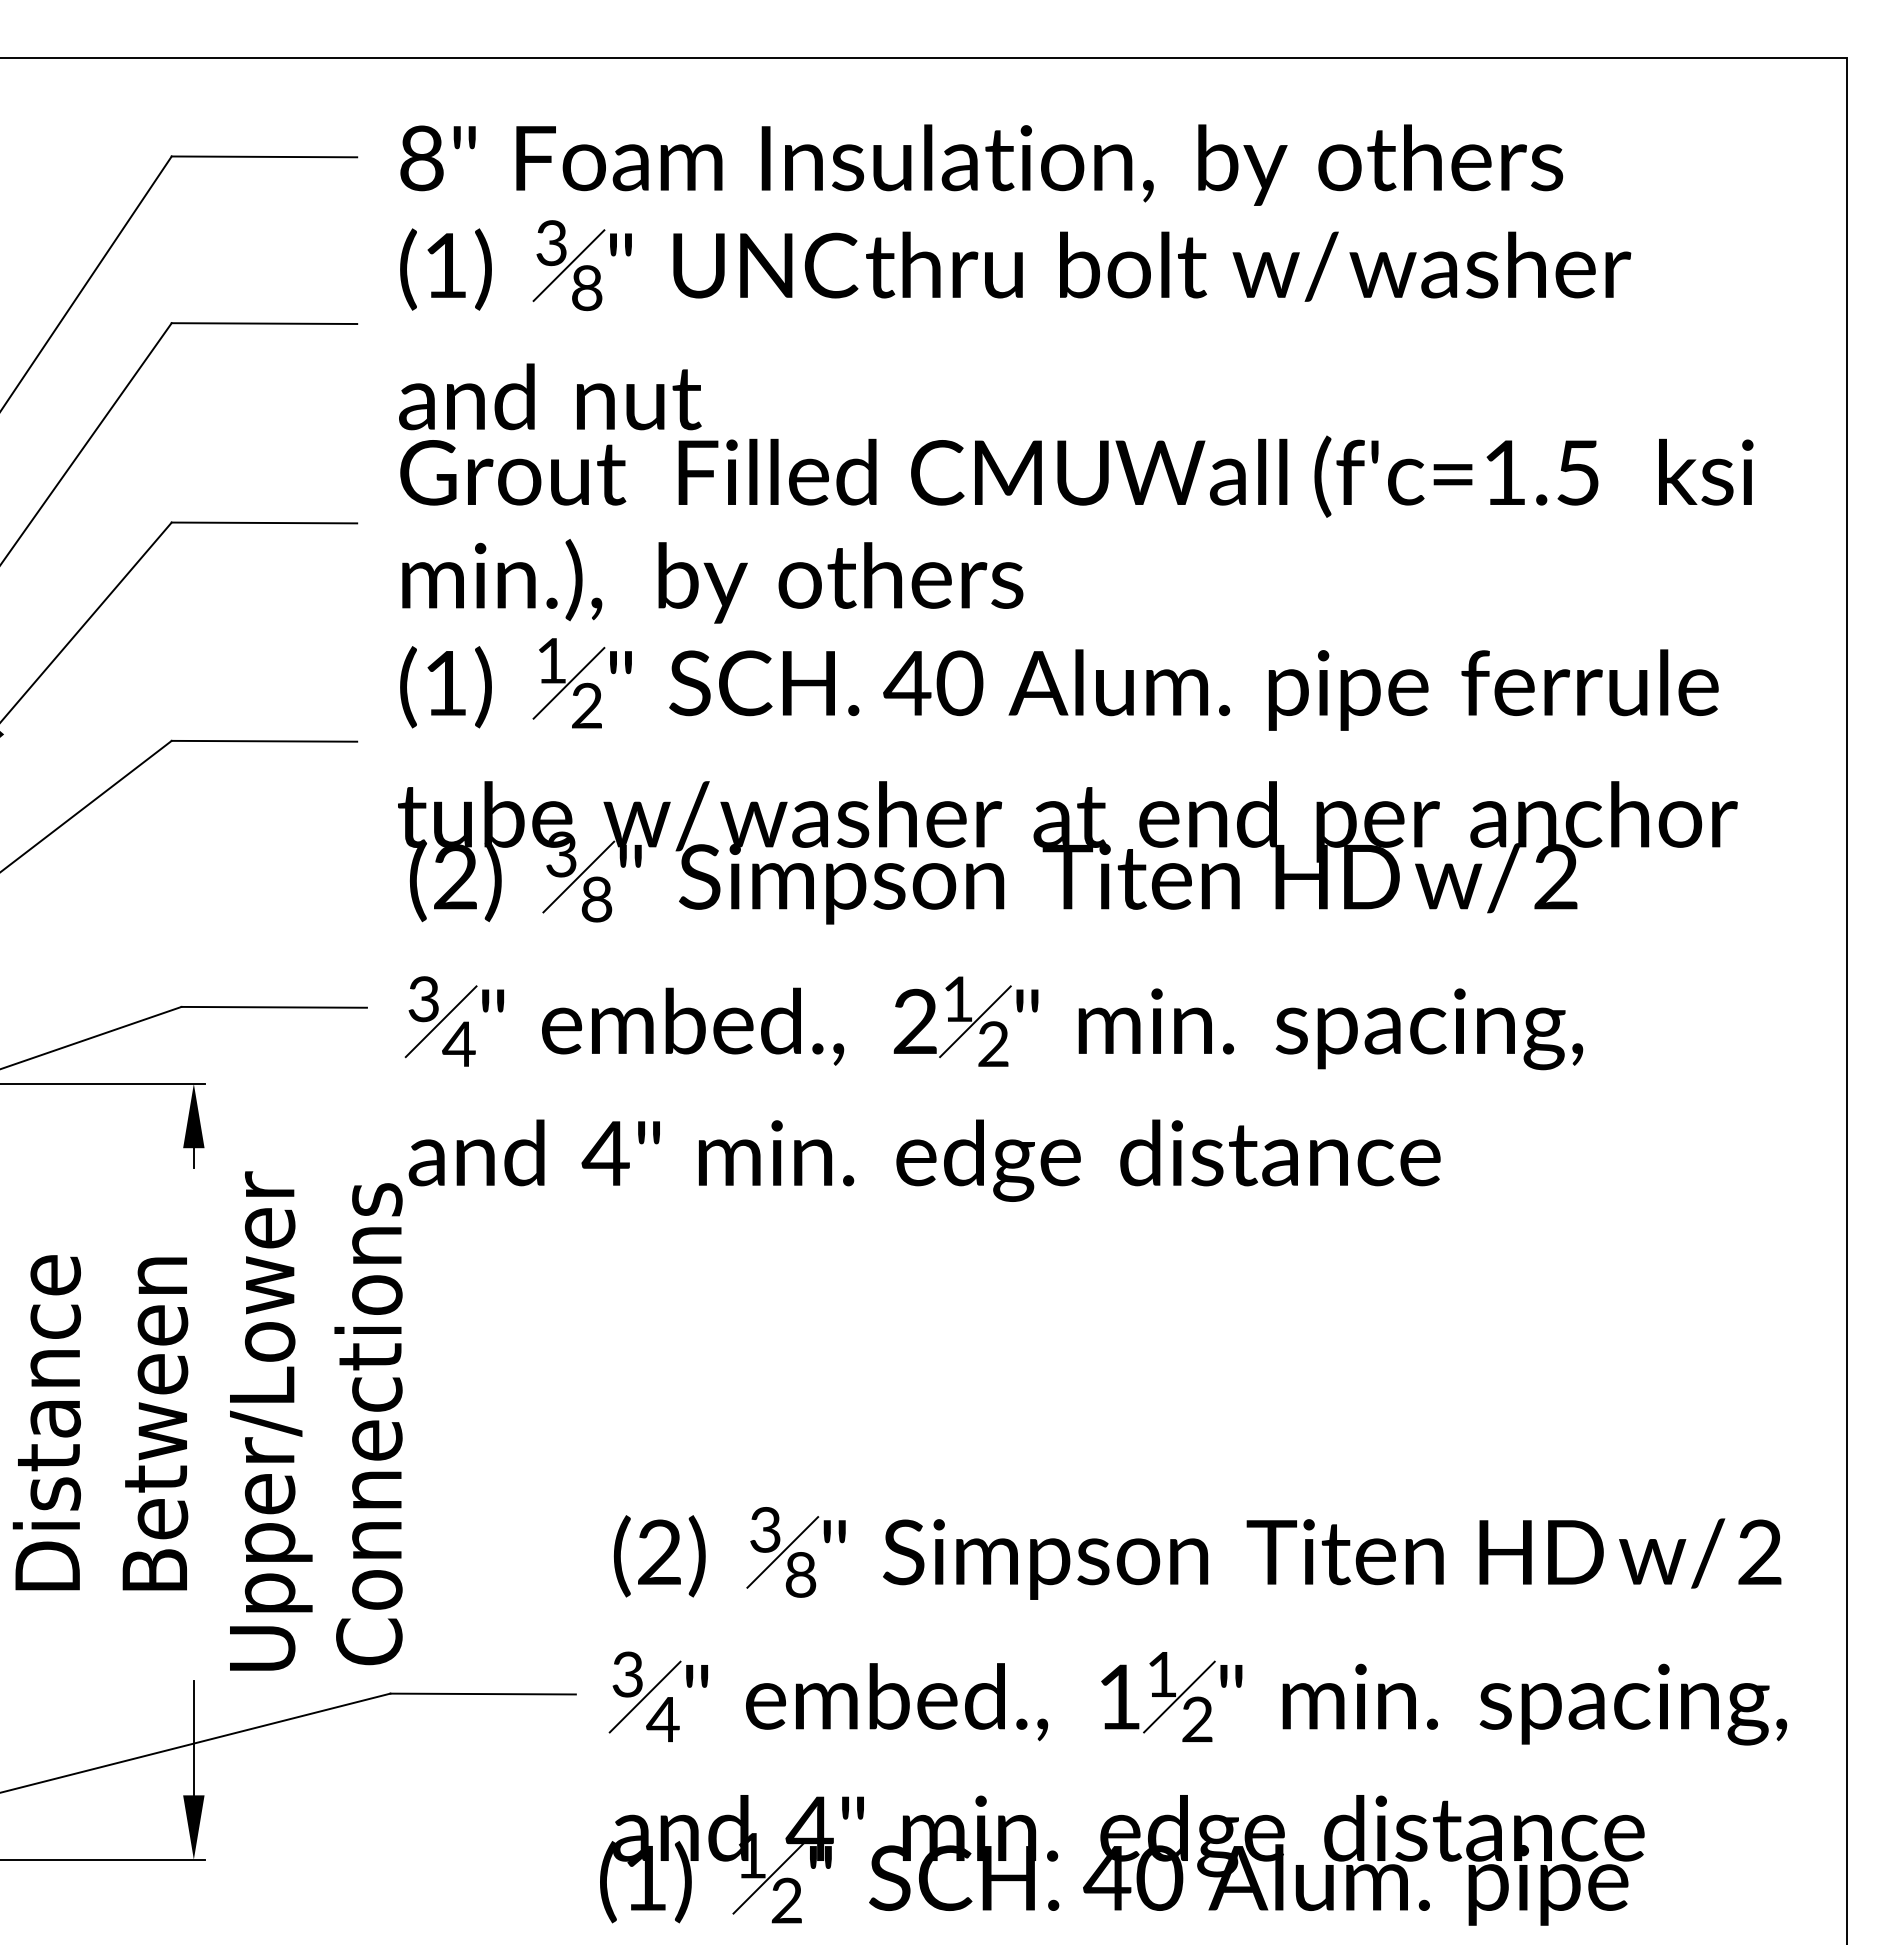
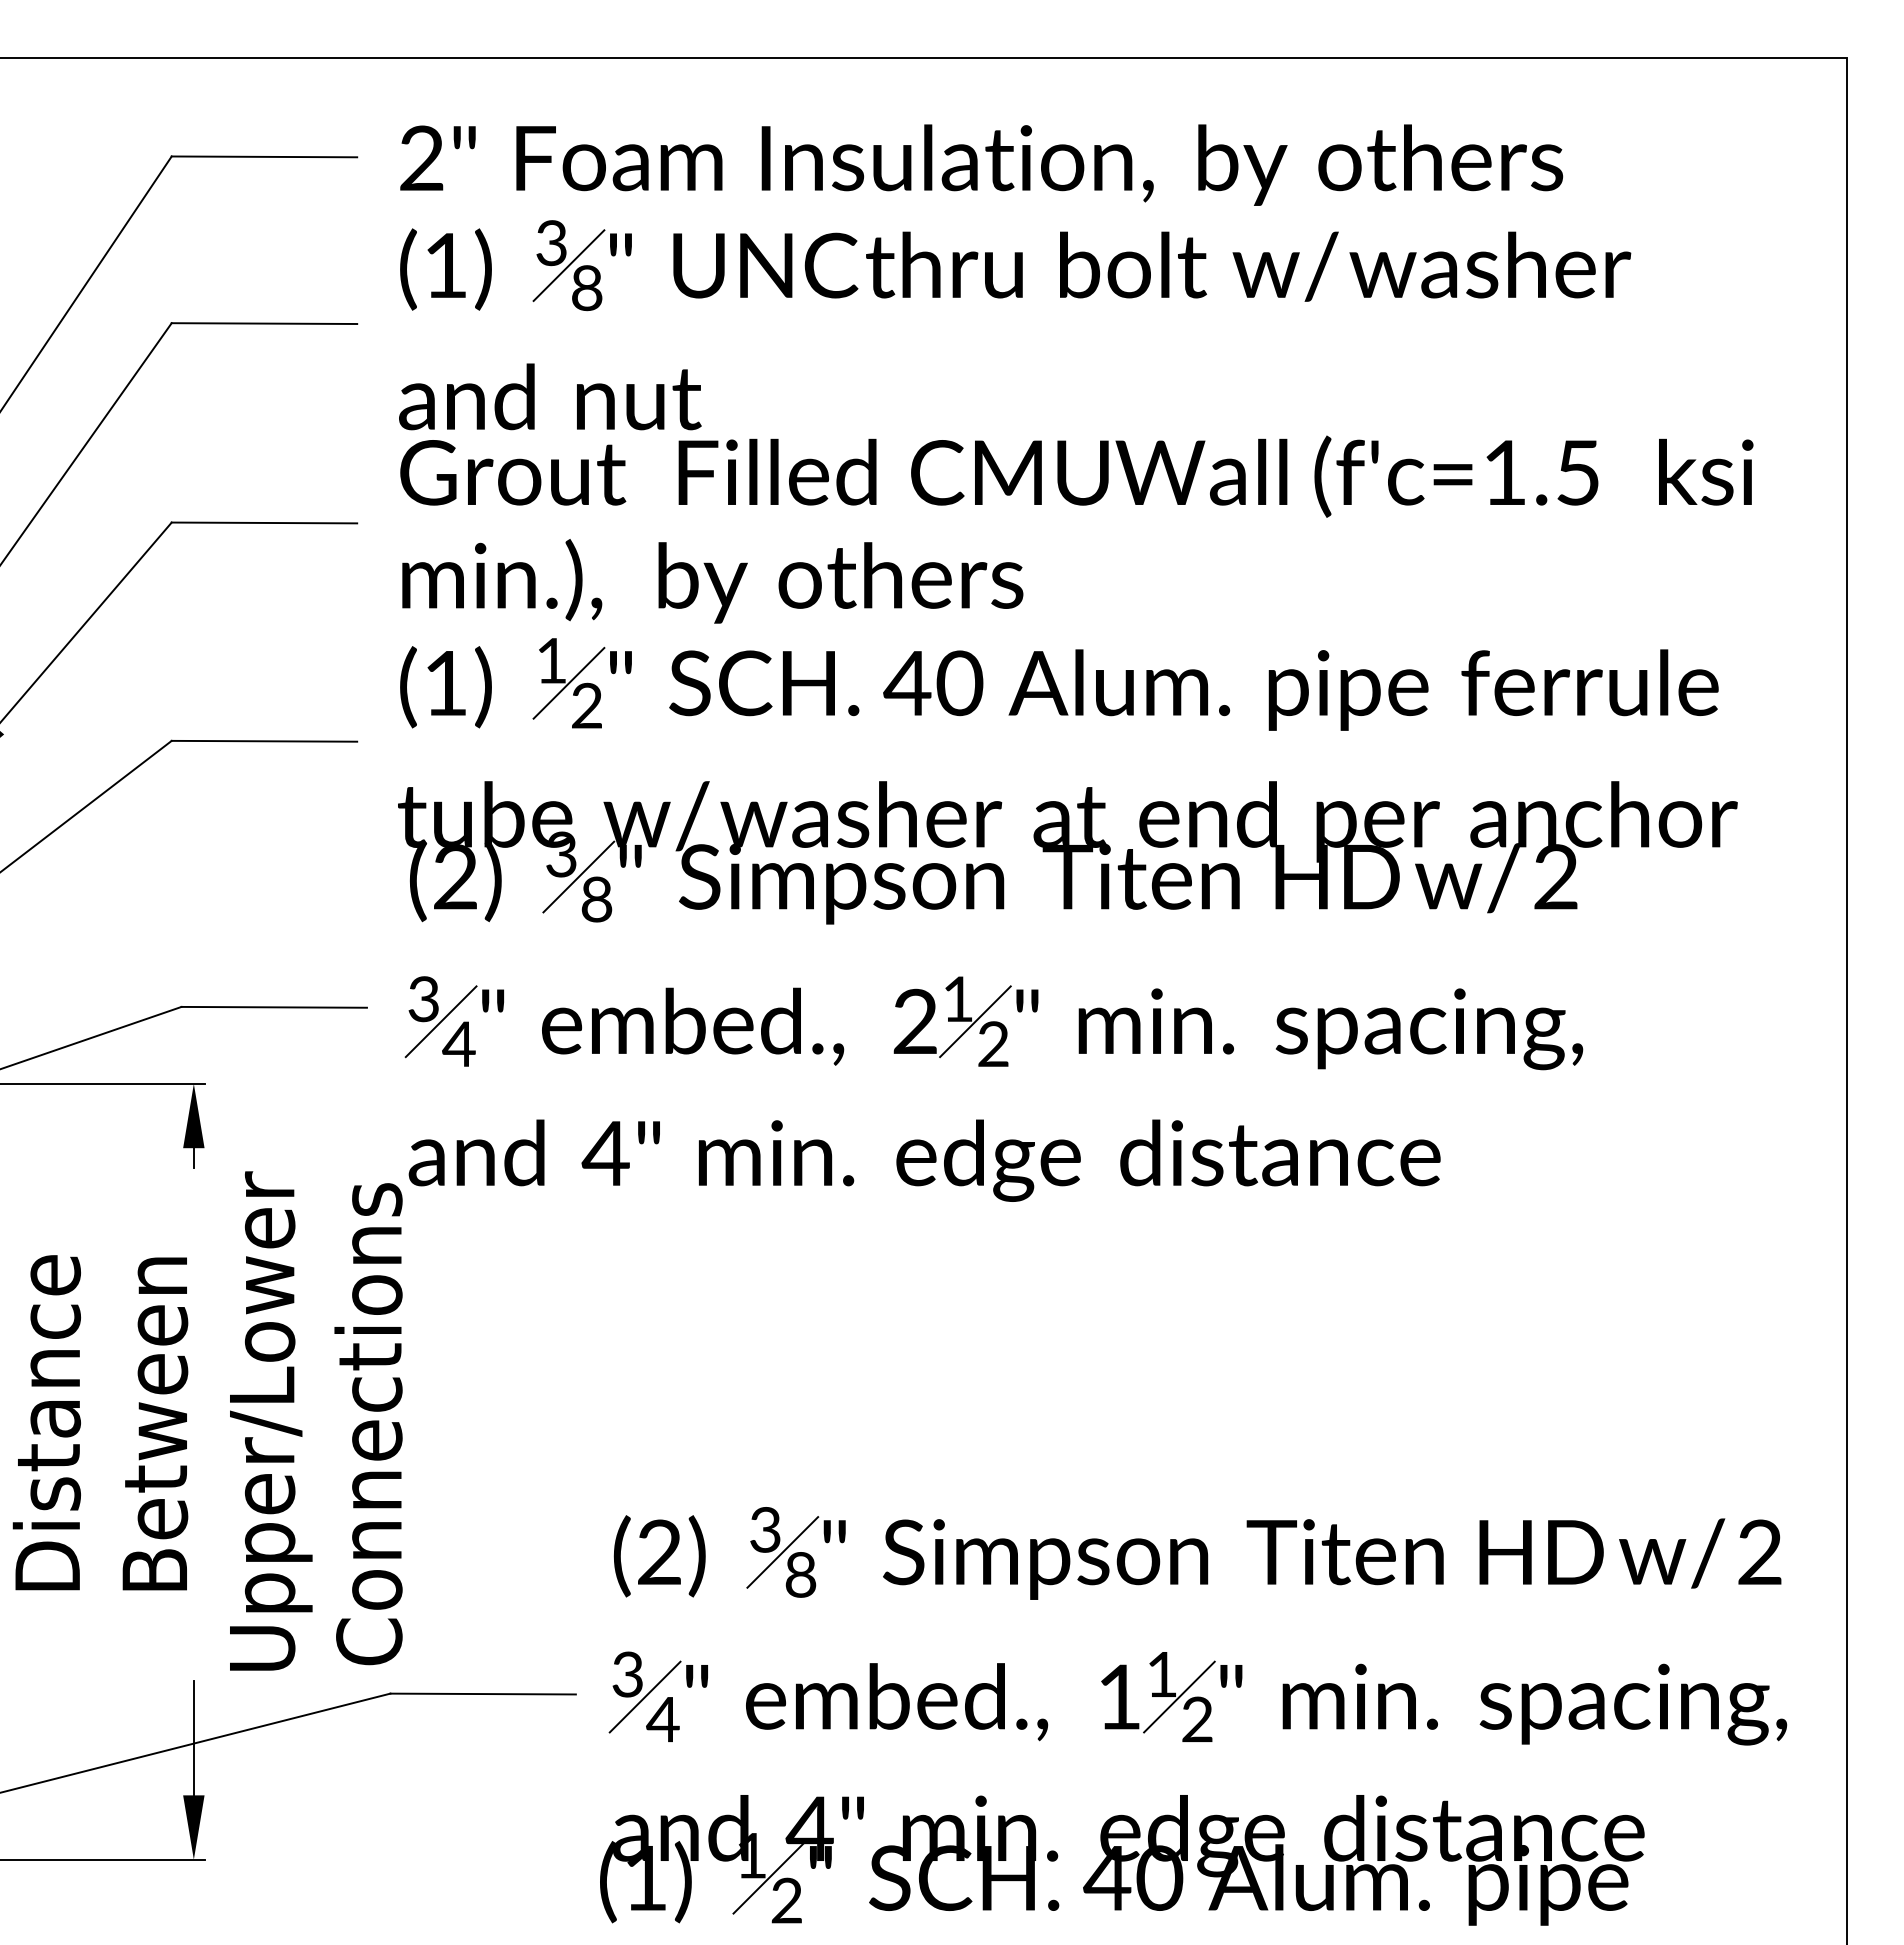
text at (421, 158): 8" -> 2"
